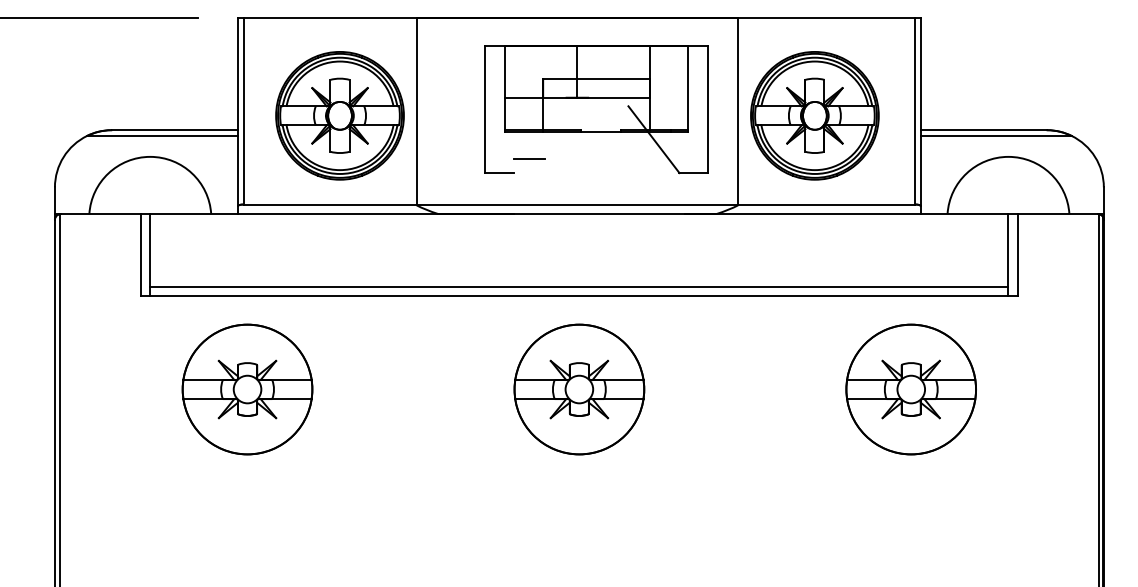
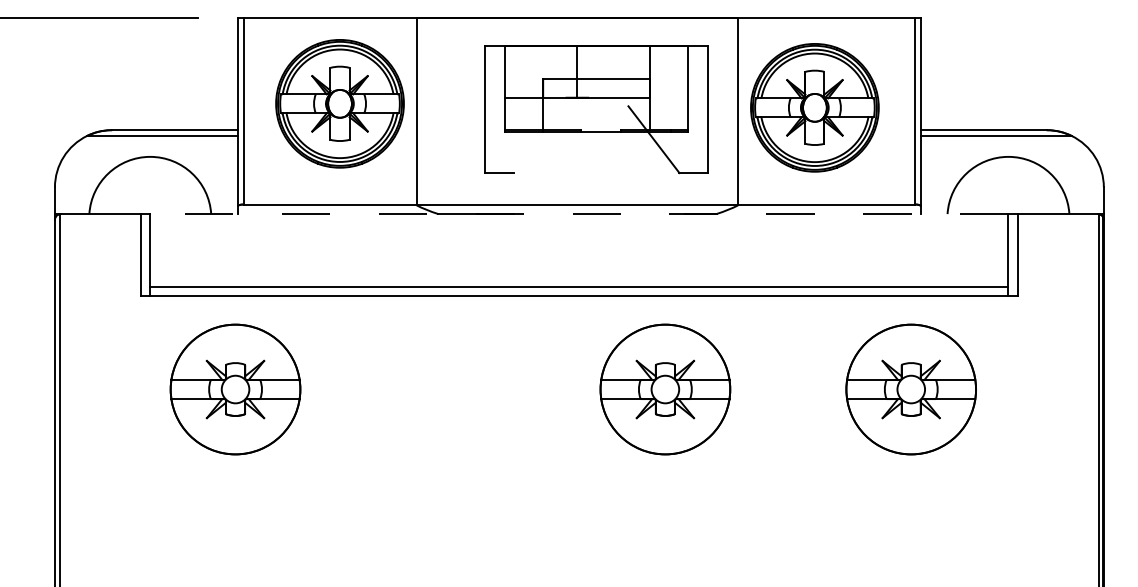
part at (339, 115) position: (339, 115) -> (339, 103)
part at (814, 115) position: (814, 115) -> (814, 107)
line at (529, 158): present -> none
line at (578, 214): solid -> dashed
part at (247, 389) position: (247, 389) -> (235, 389)
part at (579, 389) position: (579, 389) -> (665, 389)
